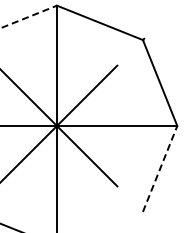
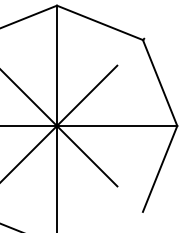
line at (29, 16): dashed -> solid
line at (160, 168): dashed -> solid
